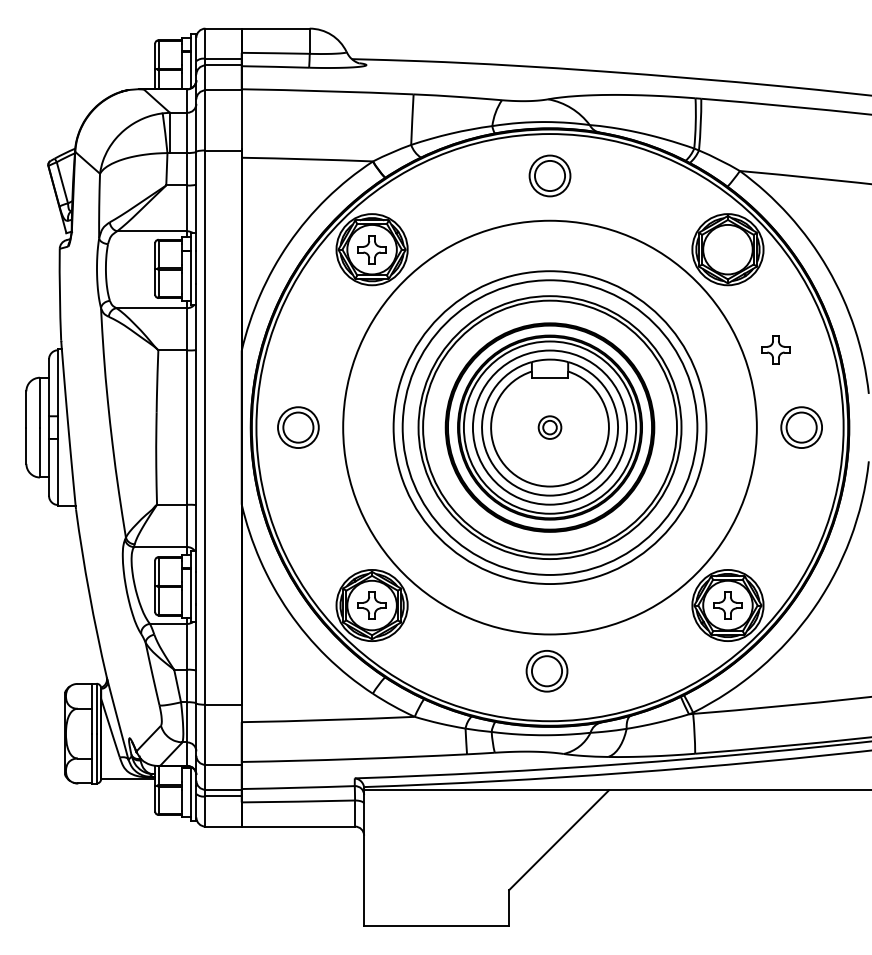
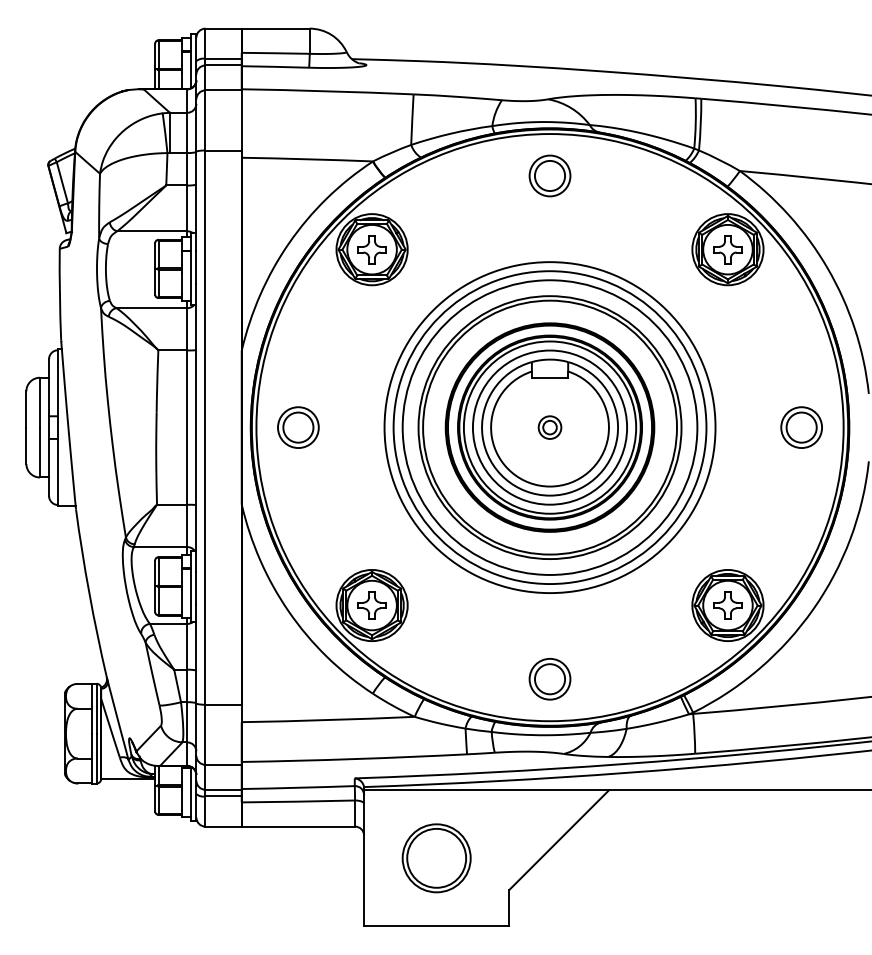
part at (775, 349) position: (775, 349) -> (727, 249)
circle at (549, 427) diameter: 414 px -> 331 px
part at (546, 671) position: (546, 671) -> (549, 679)
part at (436, 858): none -> present
